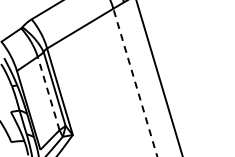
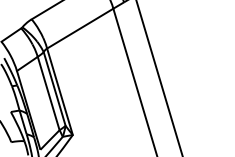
line at (135, 82): dashed -> solid
line at (48, 93): dashed -> solid
